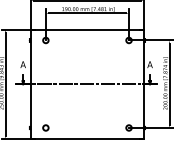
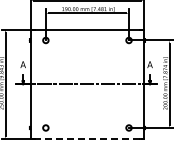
line at (87, 138): solid -> dashed
